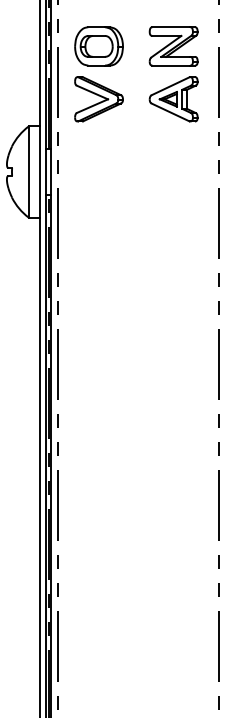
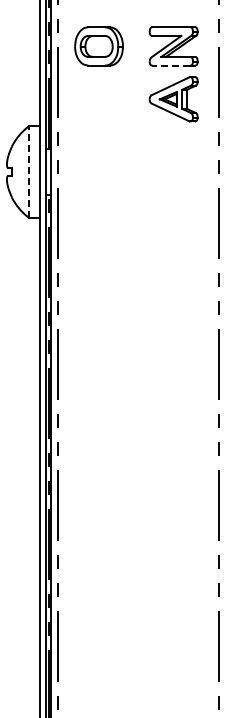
line at (171, 65): solid -> dashed
part at (98, 99): present -> none
line at (28, 172): solid -> dashed
